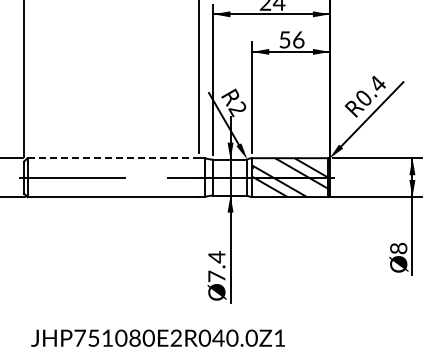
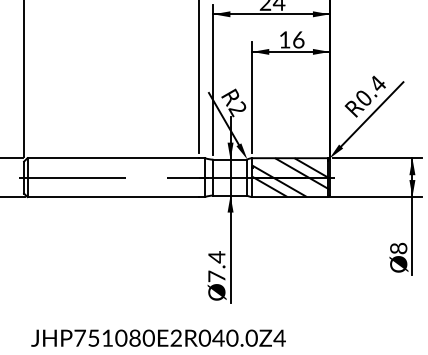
text at (284, 39): 56 -> 16
line at (113, 158): dashed -> solid
text at (279, 337): JHP751080E2R040.0Z1 -> JHP751080E2R040.0Z4
